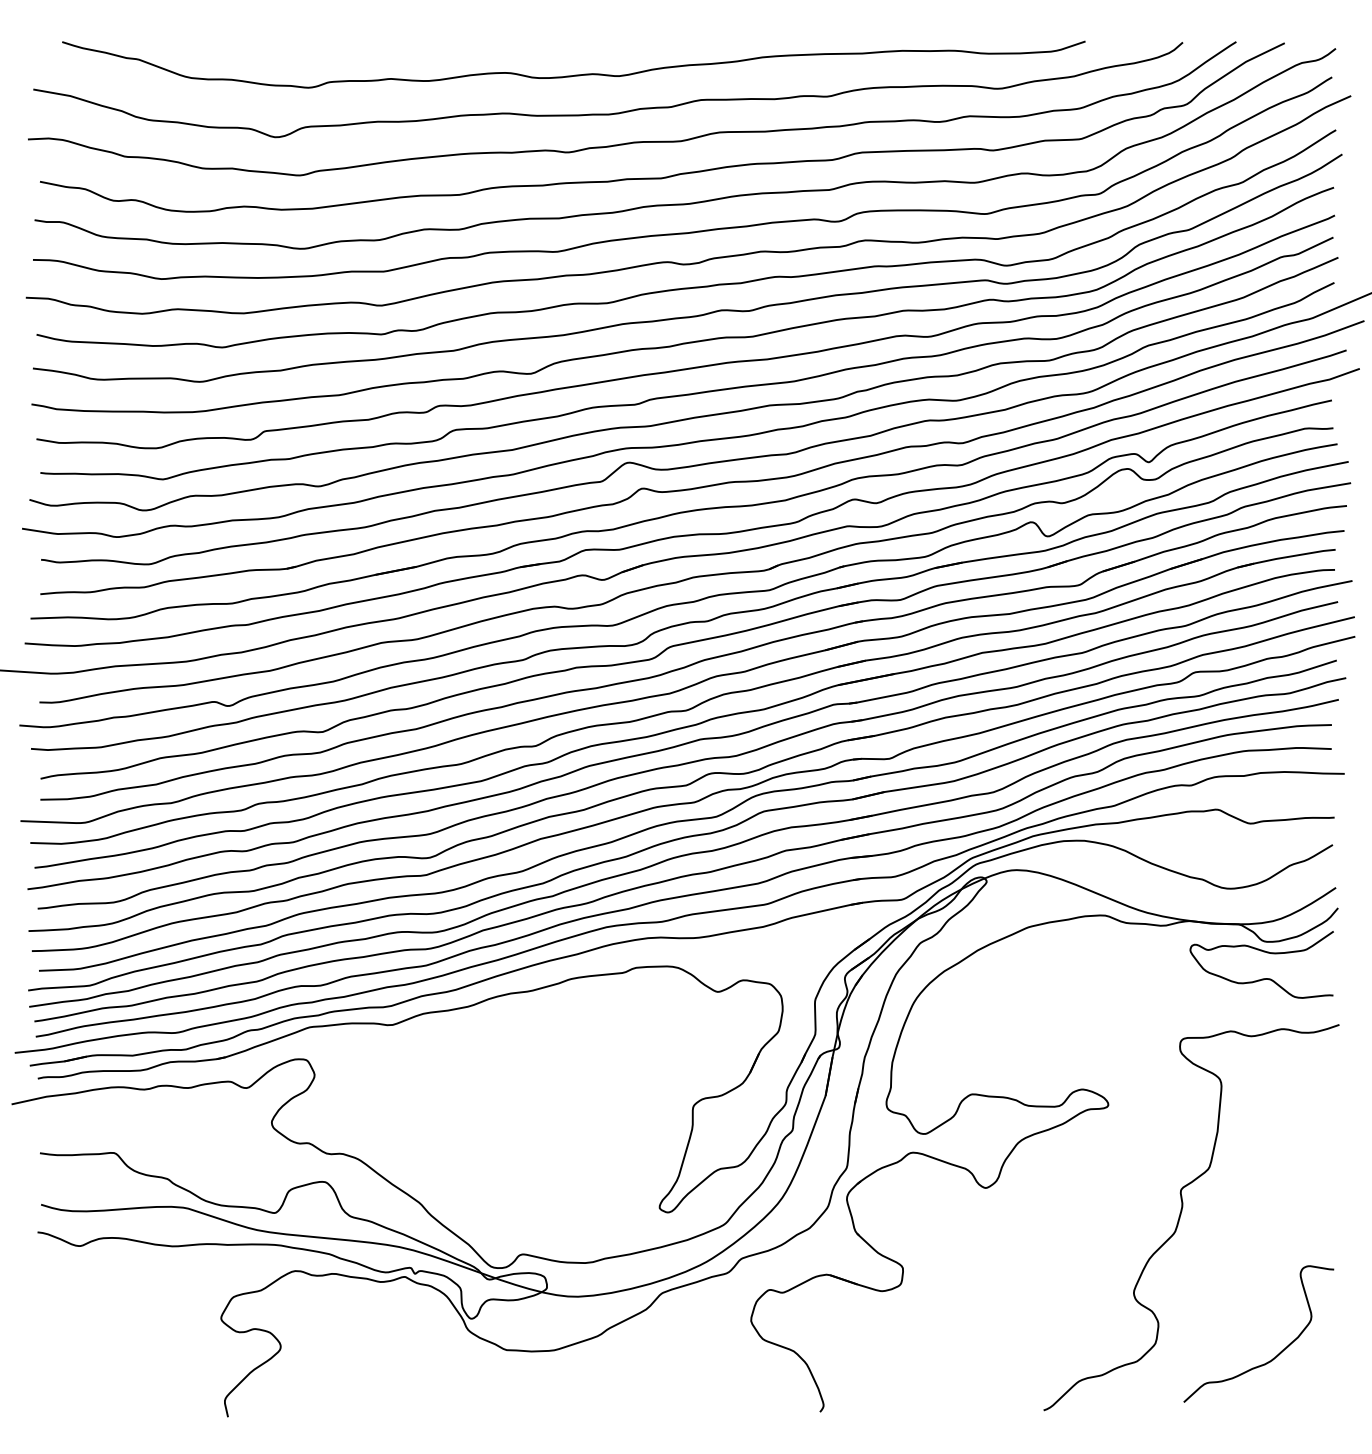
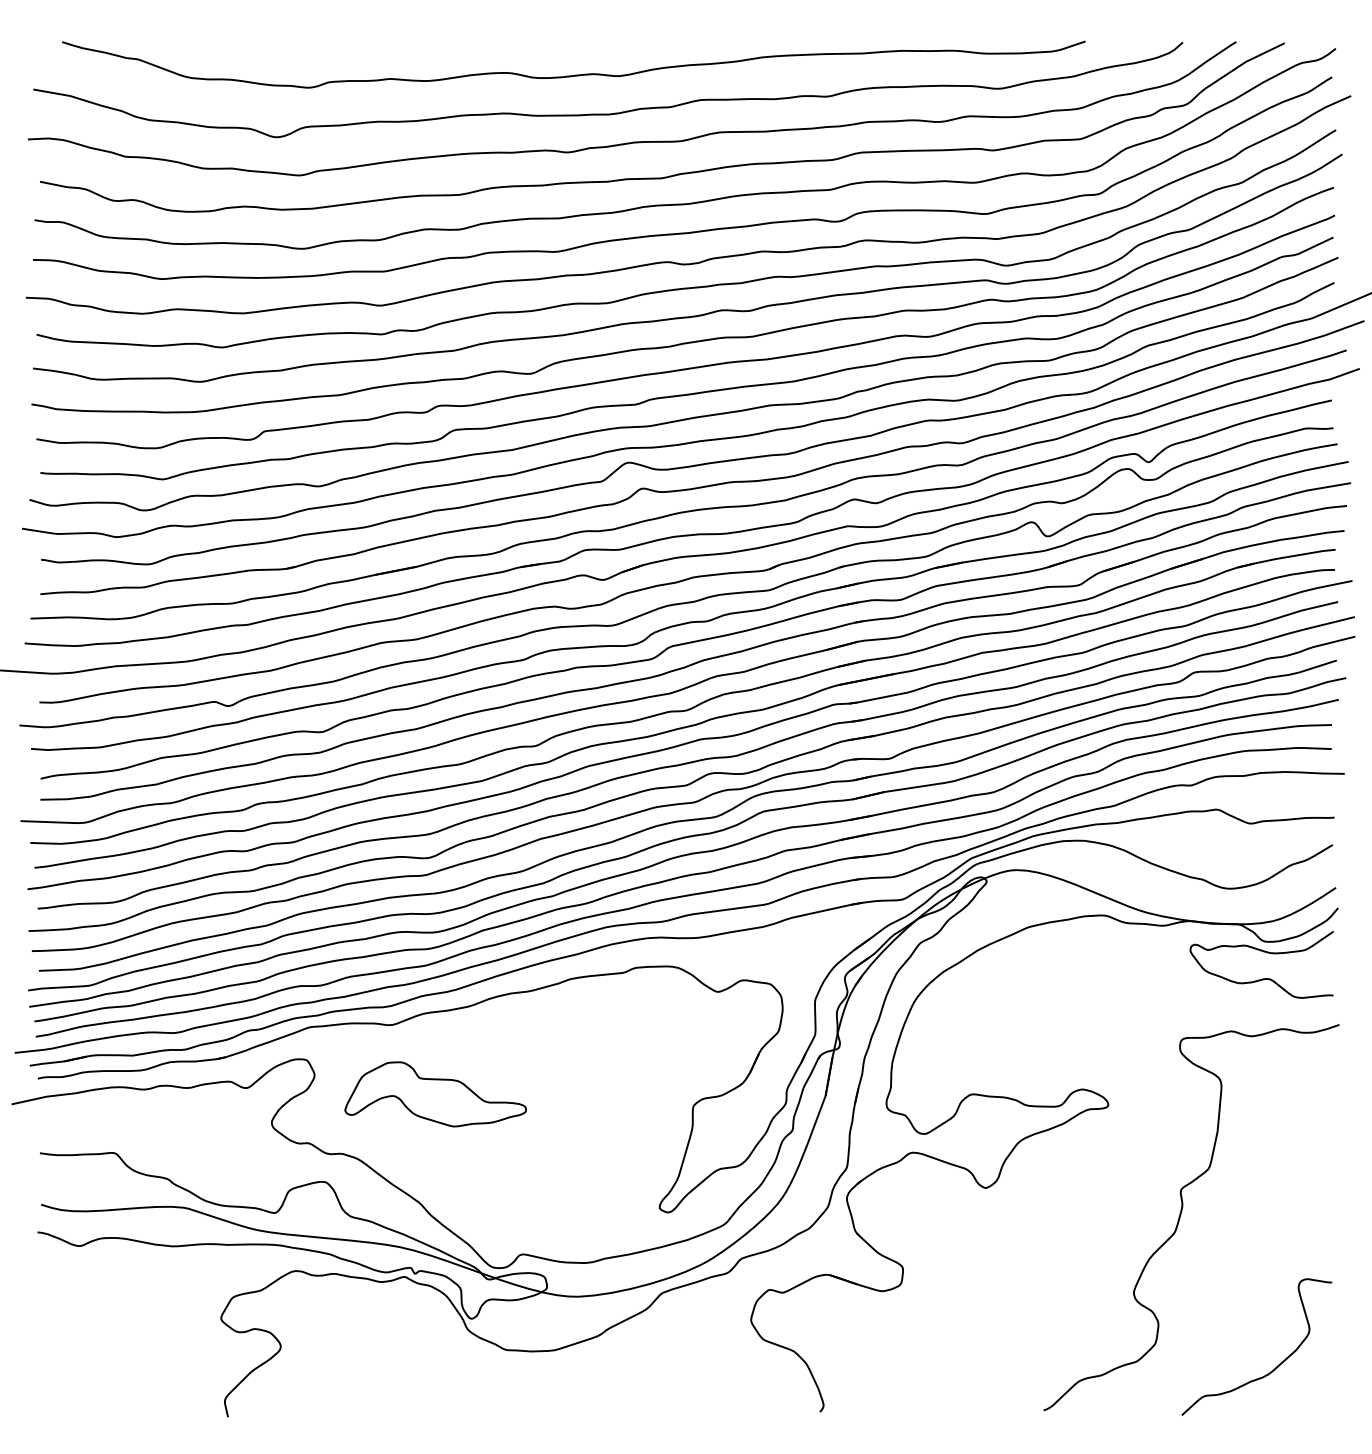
part at (435, 1094): none -> present
curve at (1278, 1353) position: (1278, 1353) -> (1276, 1366)
